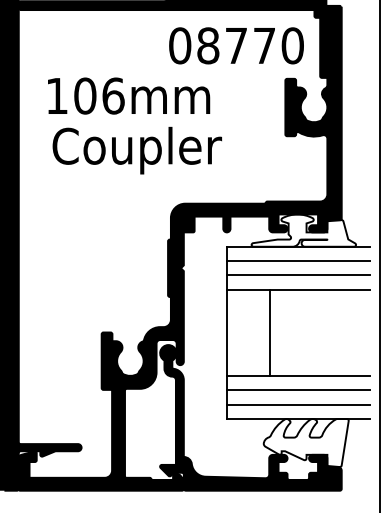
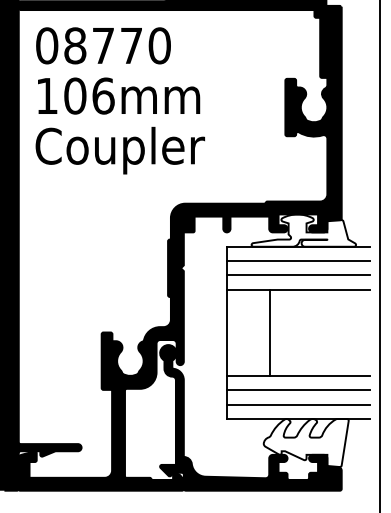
text at (236, 45) position: (236, 45) -> (103, 45)
text at (129, 95) position: (129, 95) -> (119, 95)
text at (136, 150) position: (136, 150) -> (119, 150)
